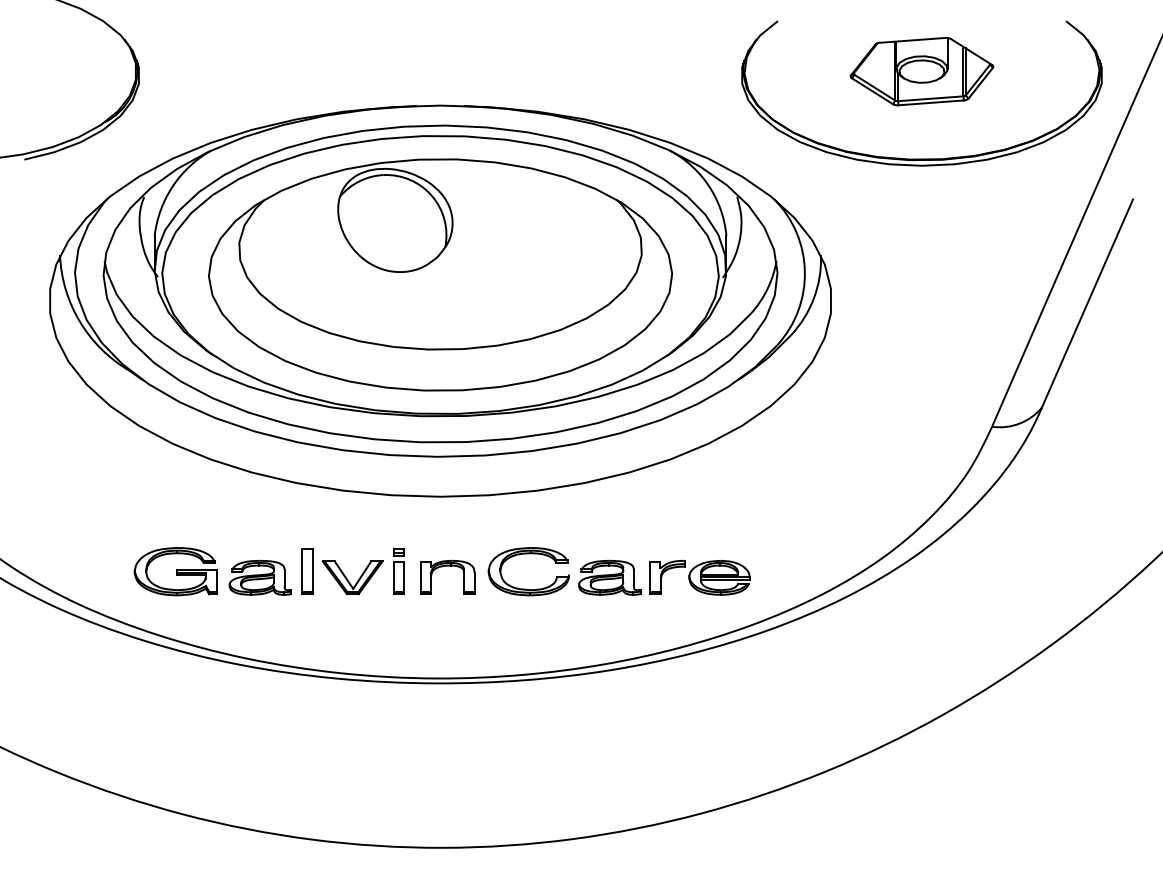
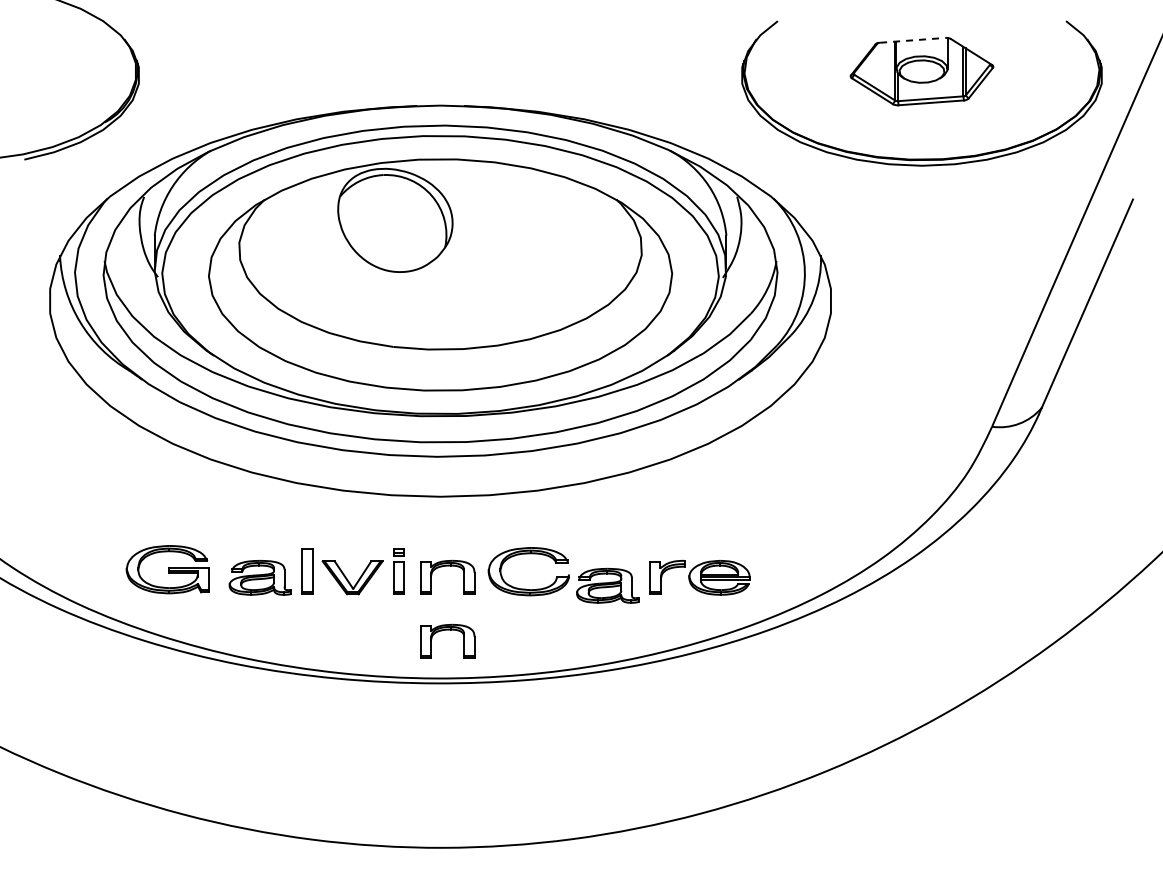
line at (912, 40): solid -> dashed
part at (175, 571) position: (175, 571) -> (167, 569)
part at (609, 577) position: (609, 577) -> (607, 585)
part at (447, 630): none -> present
